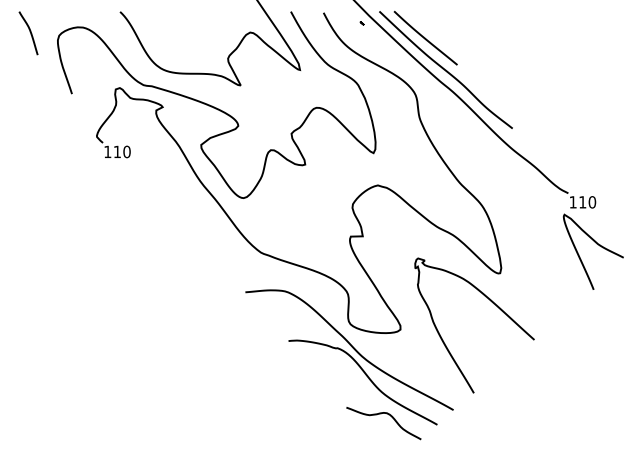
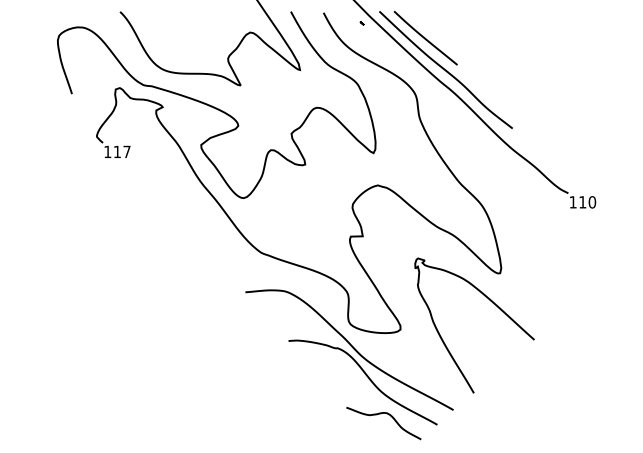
curve at (29, 32): present -> none
text at (126, 151): 110 -> 117
curve at (596, 244): present -> none
